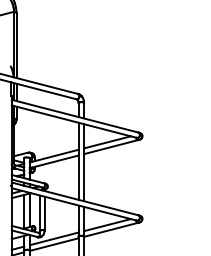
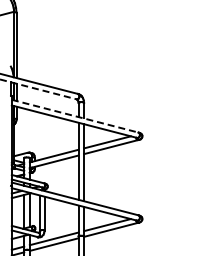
line at (39, 89): solid -> dashed
line at (75, 116): solid -> dashed
